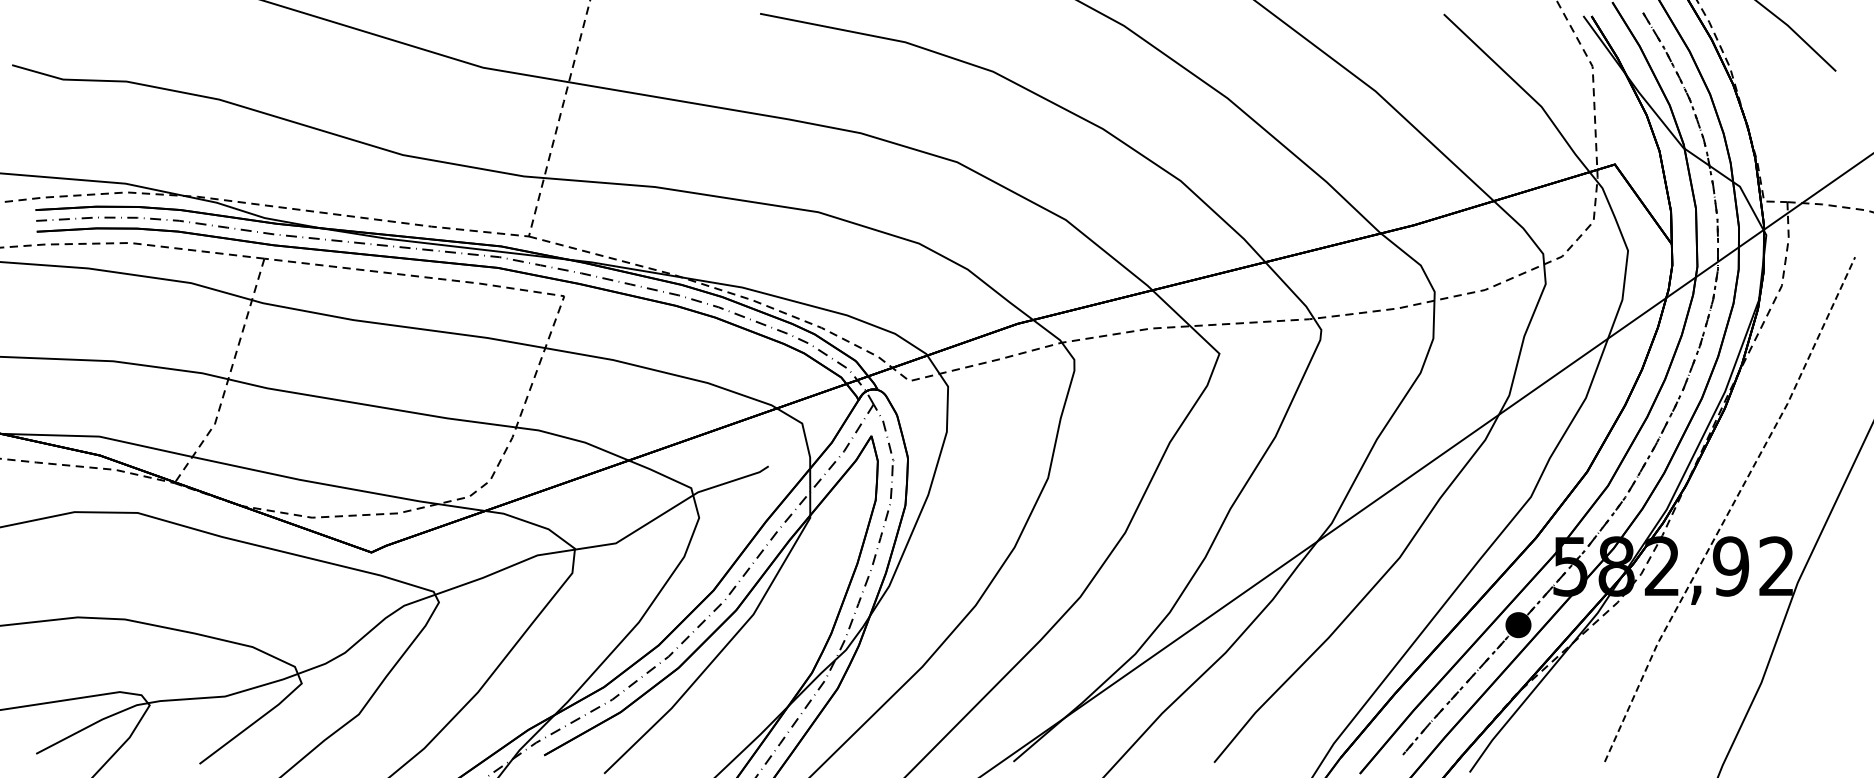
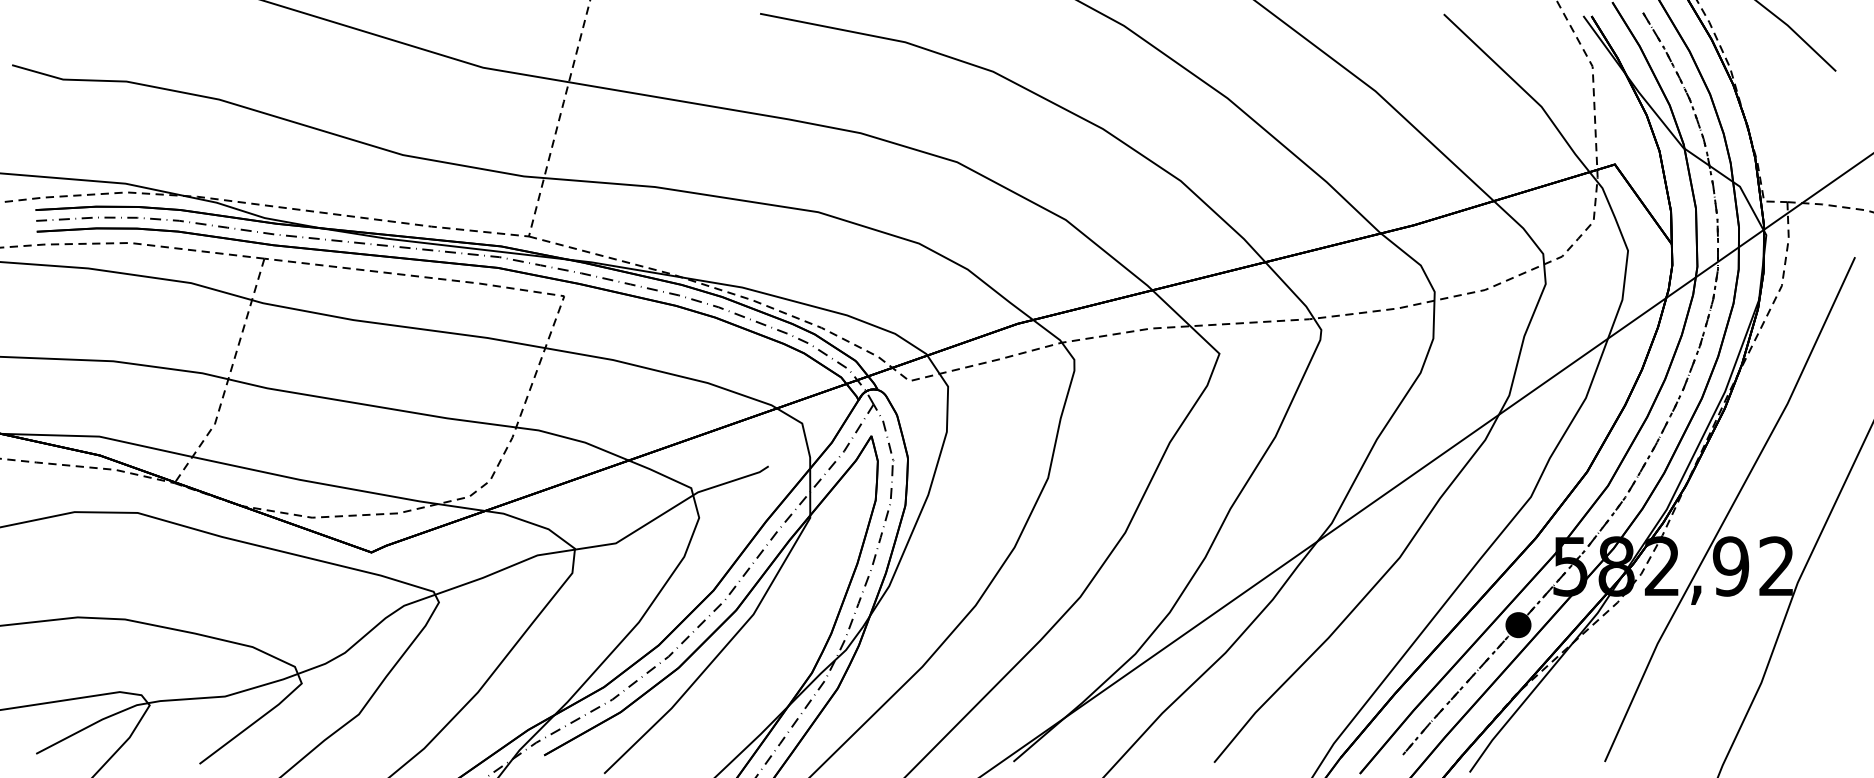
line at (1730, 509): dashed -> solid
